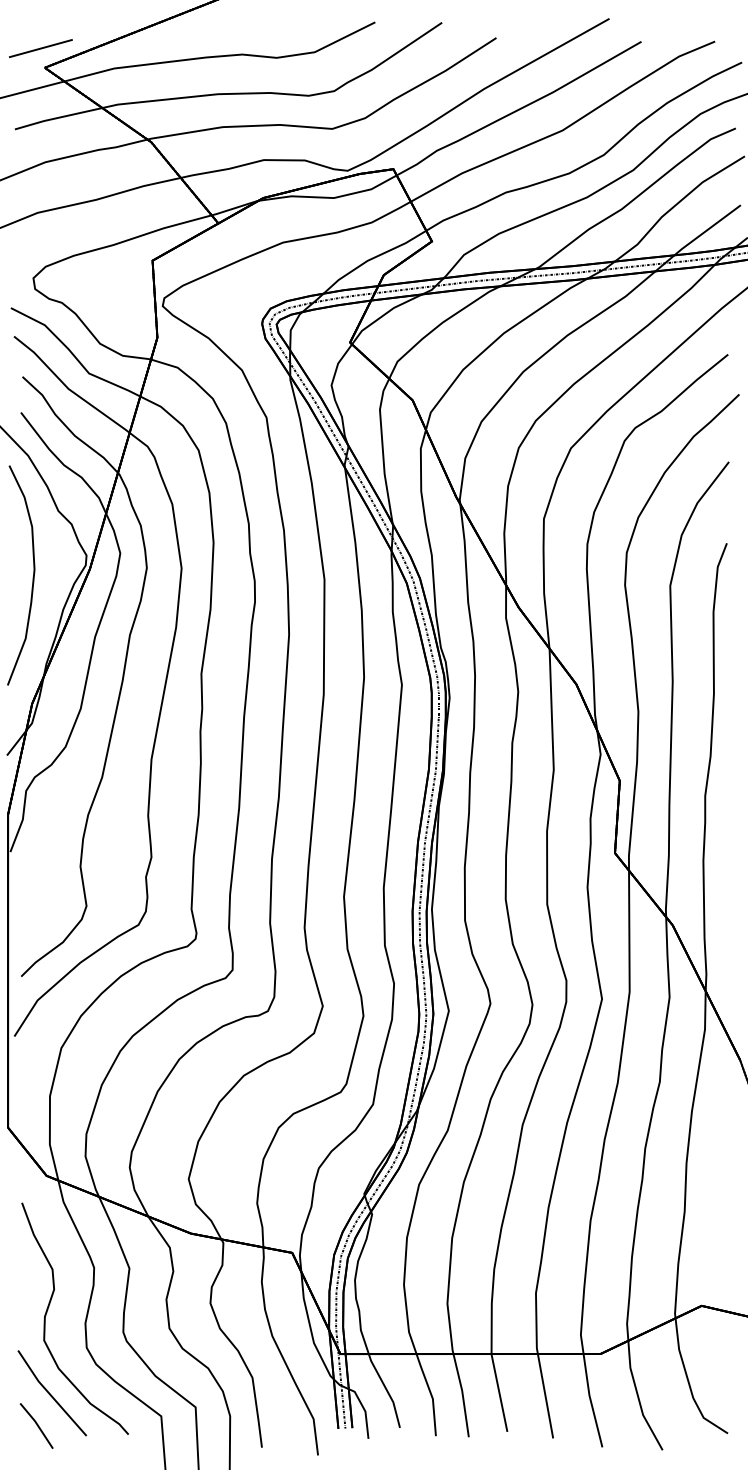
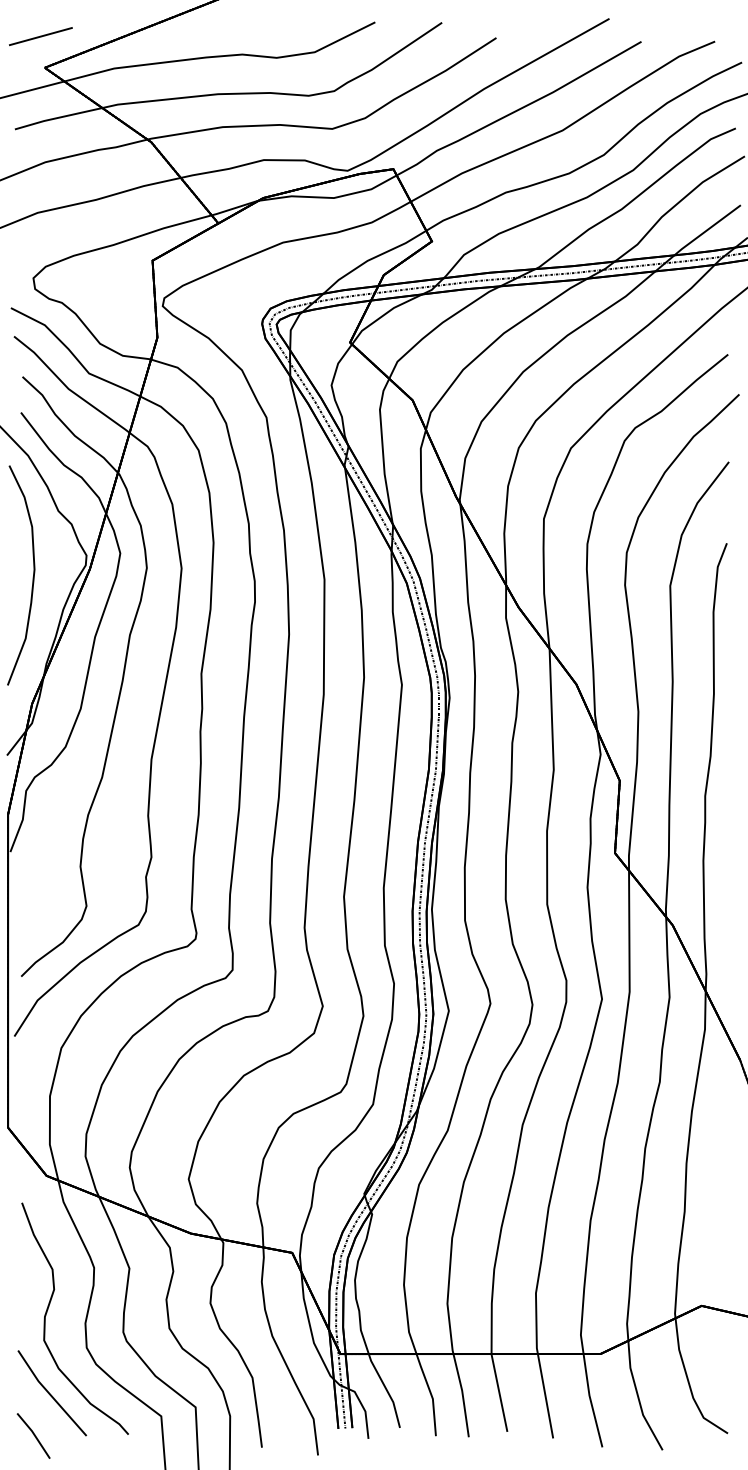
line at (40, 48) position: (40, 48) -> (40, 36)
line at (36, 1425) position: (36, 1425) -> (33, 1435)
